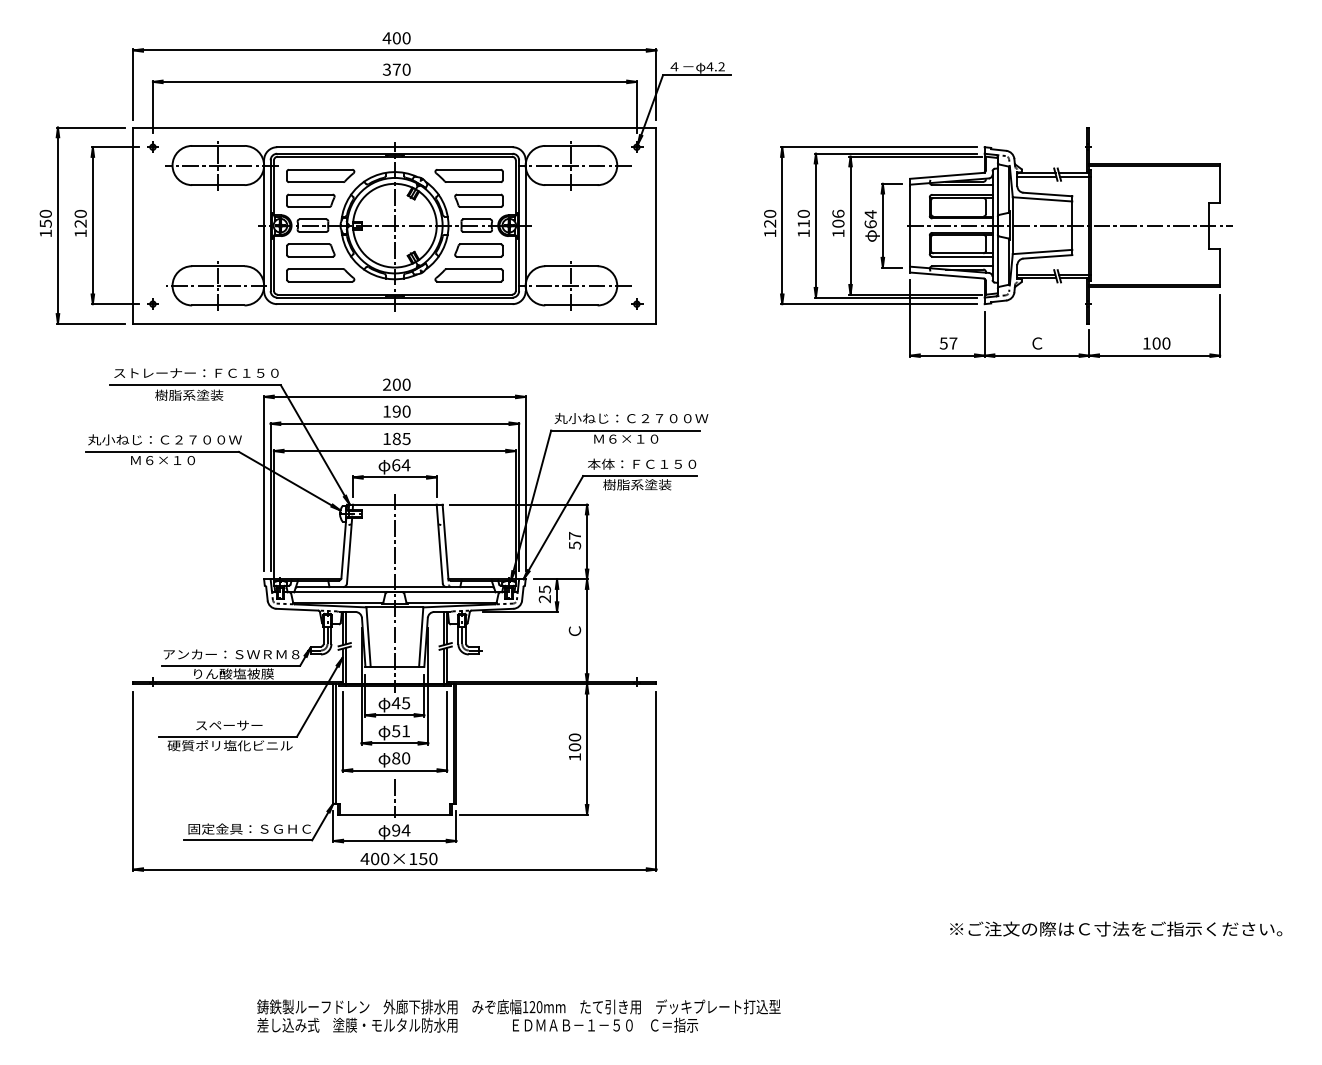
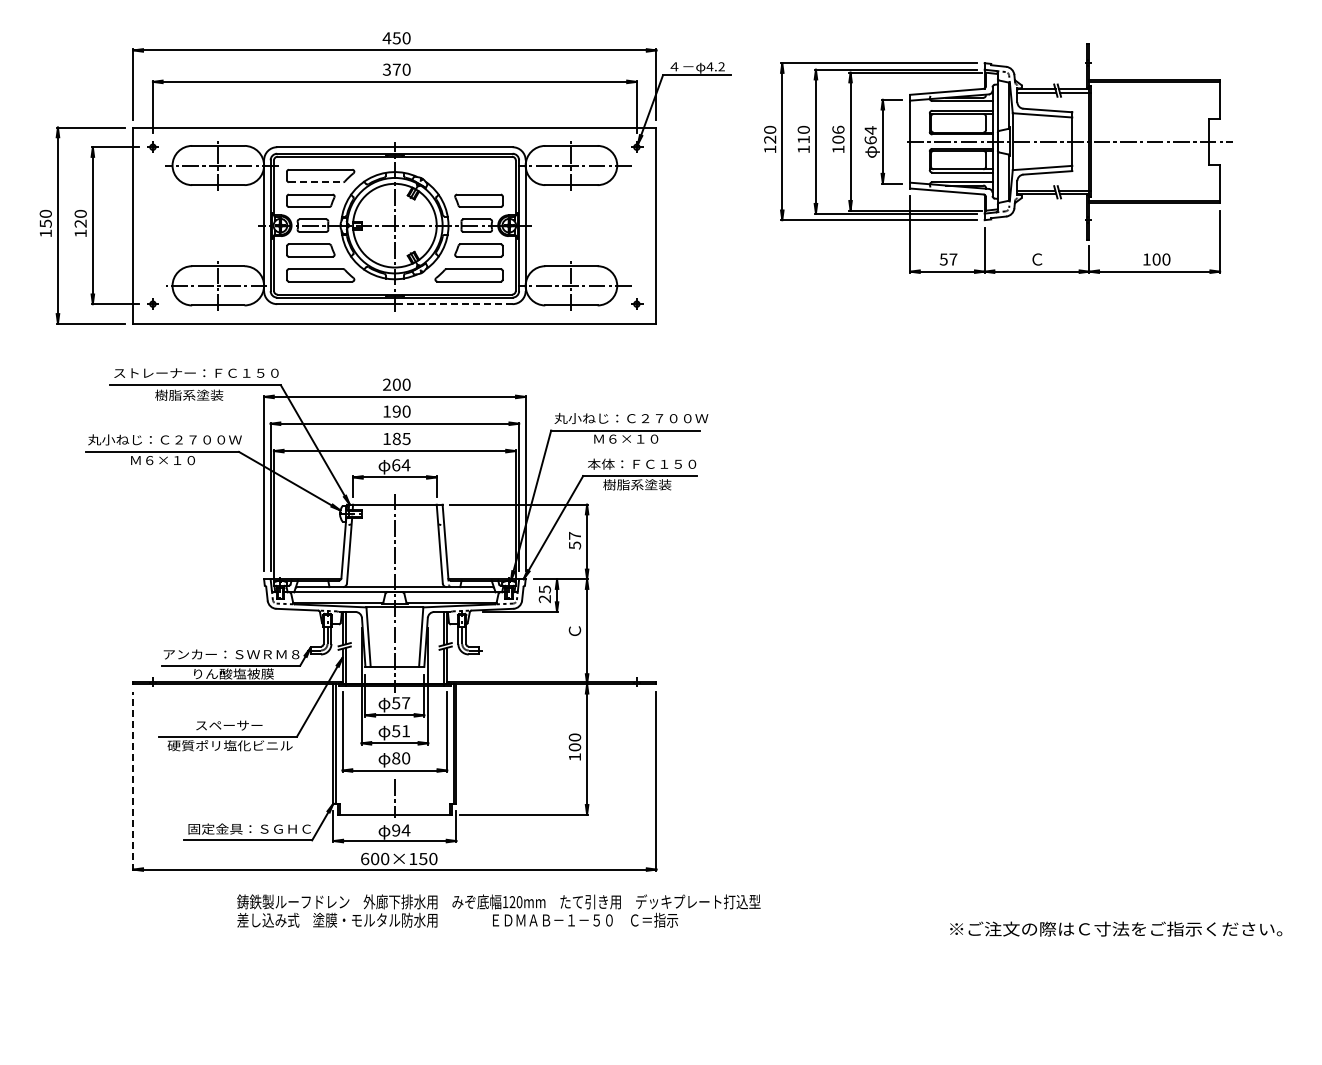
text at (396, 38): 400 -> 450
part at (468, 175): present -> none
line at (316, 182): solid -> dashed
part at (998, 242) position: (998, 242) -> (998, 158)
line at (453, 304): solid -> dashed
text at (400, 703): 45 -> 57
line at (133, 780): solid -> dashed
text at (364, 858): 400×150 -> 600×150
text at (518, 1015) position: (518, 1015) -> (498, 910)
